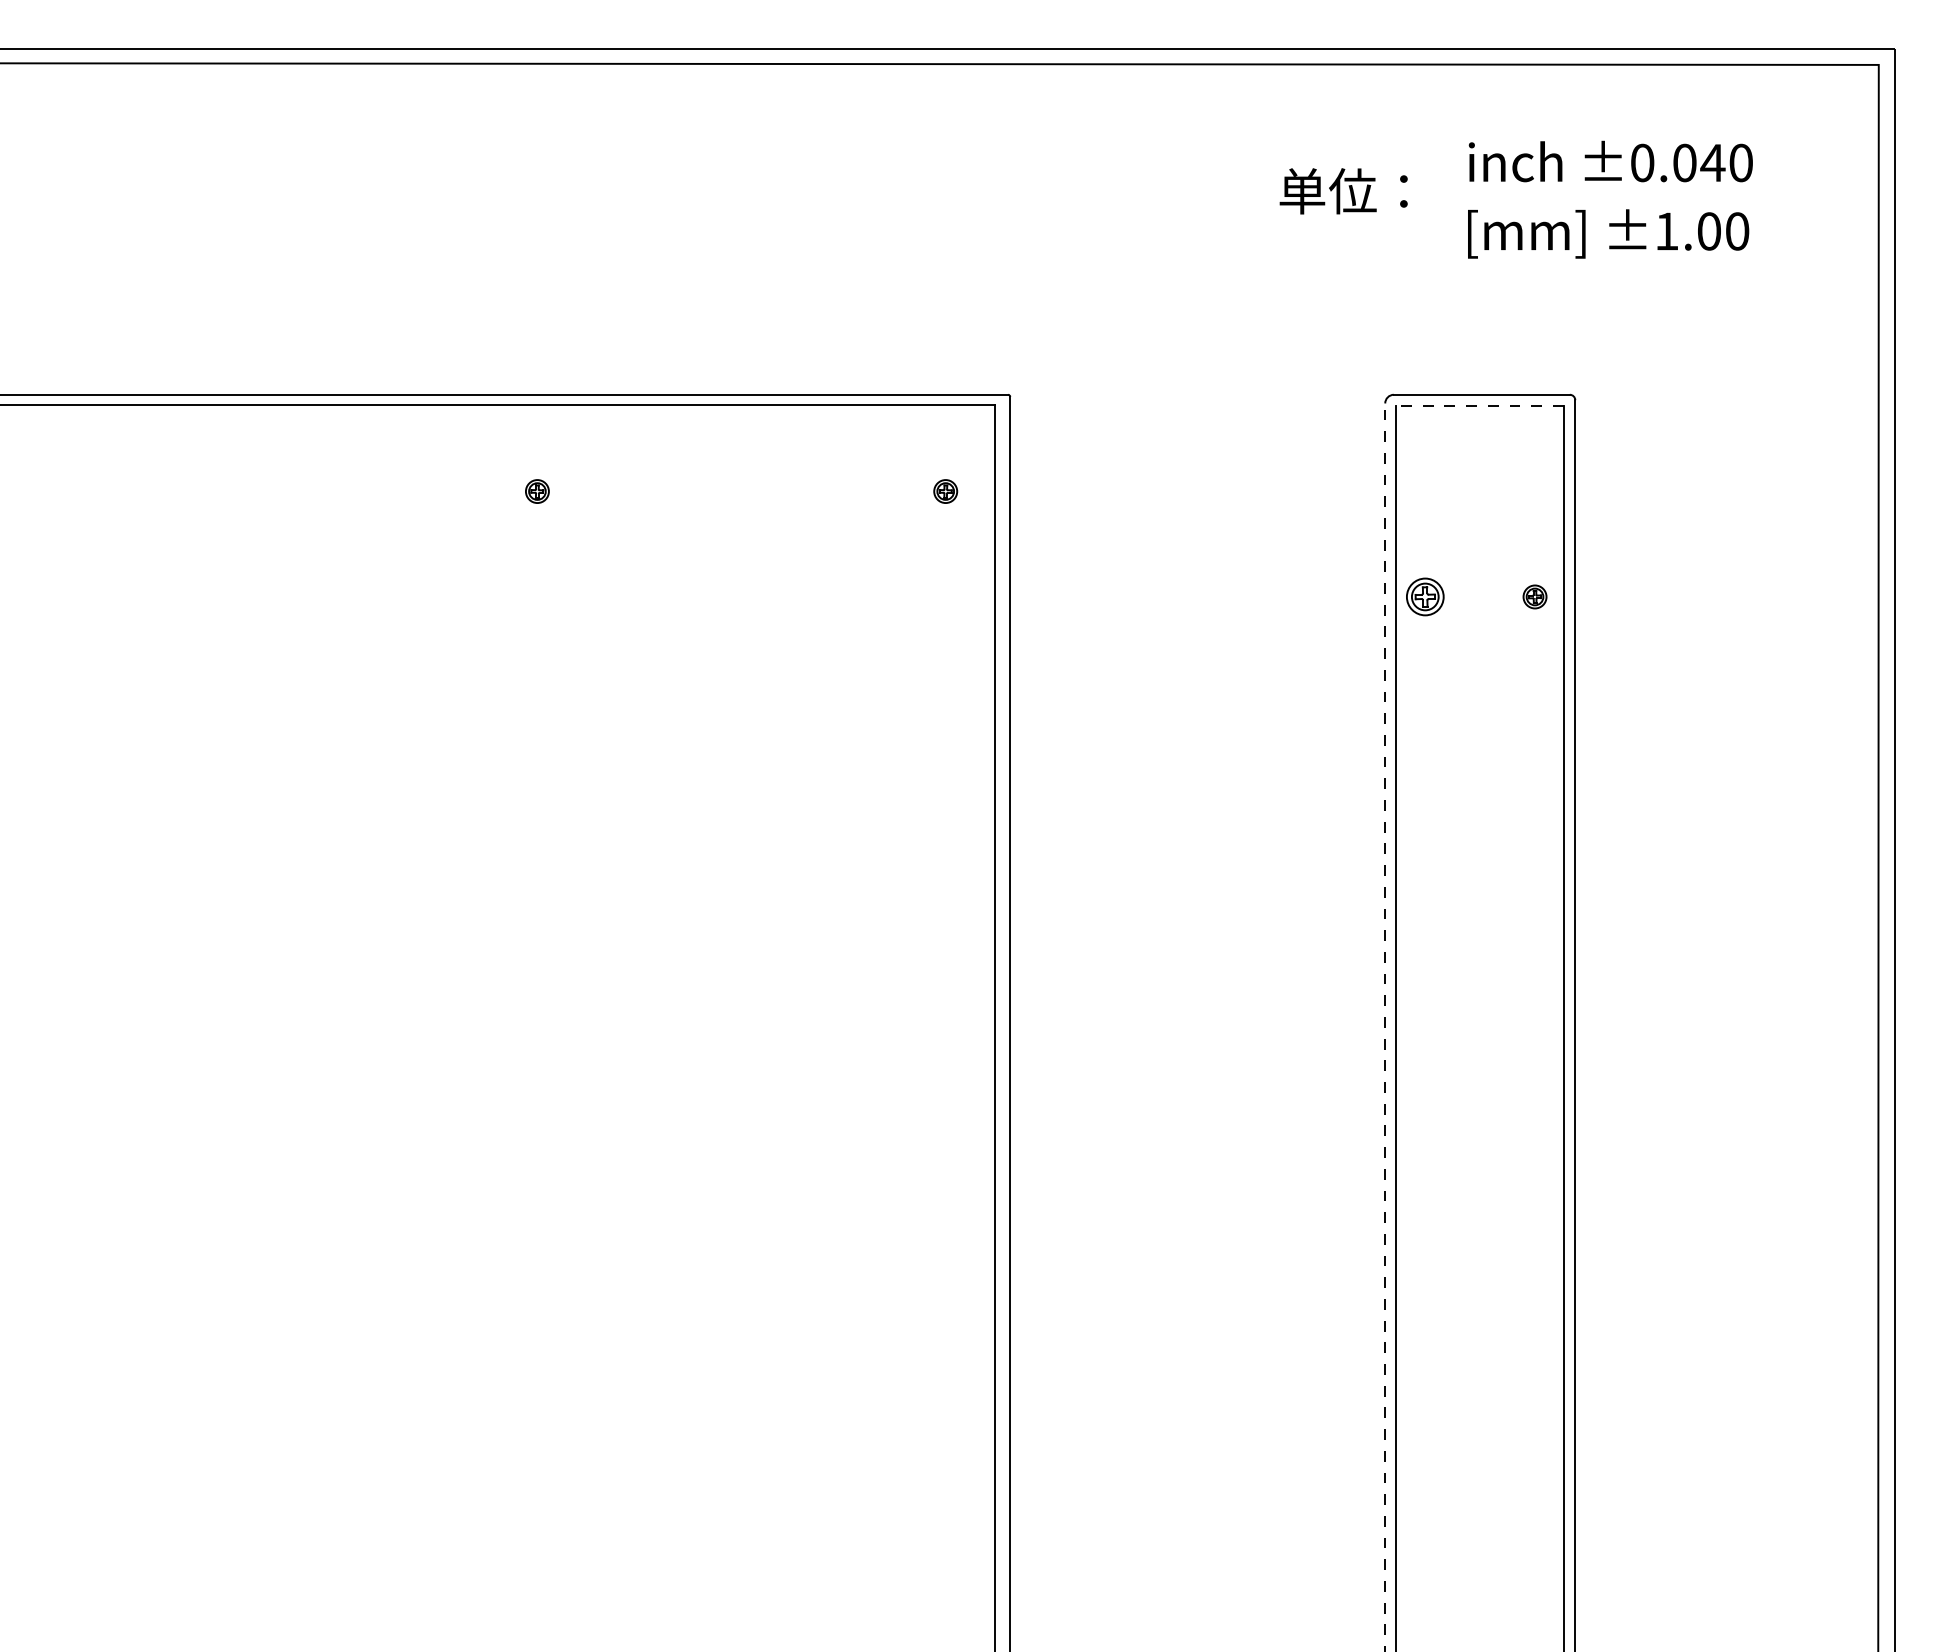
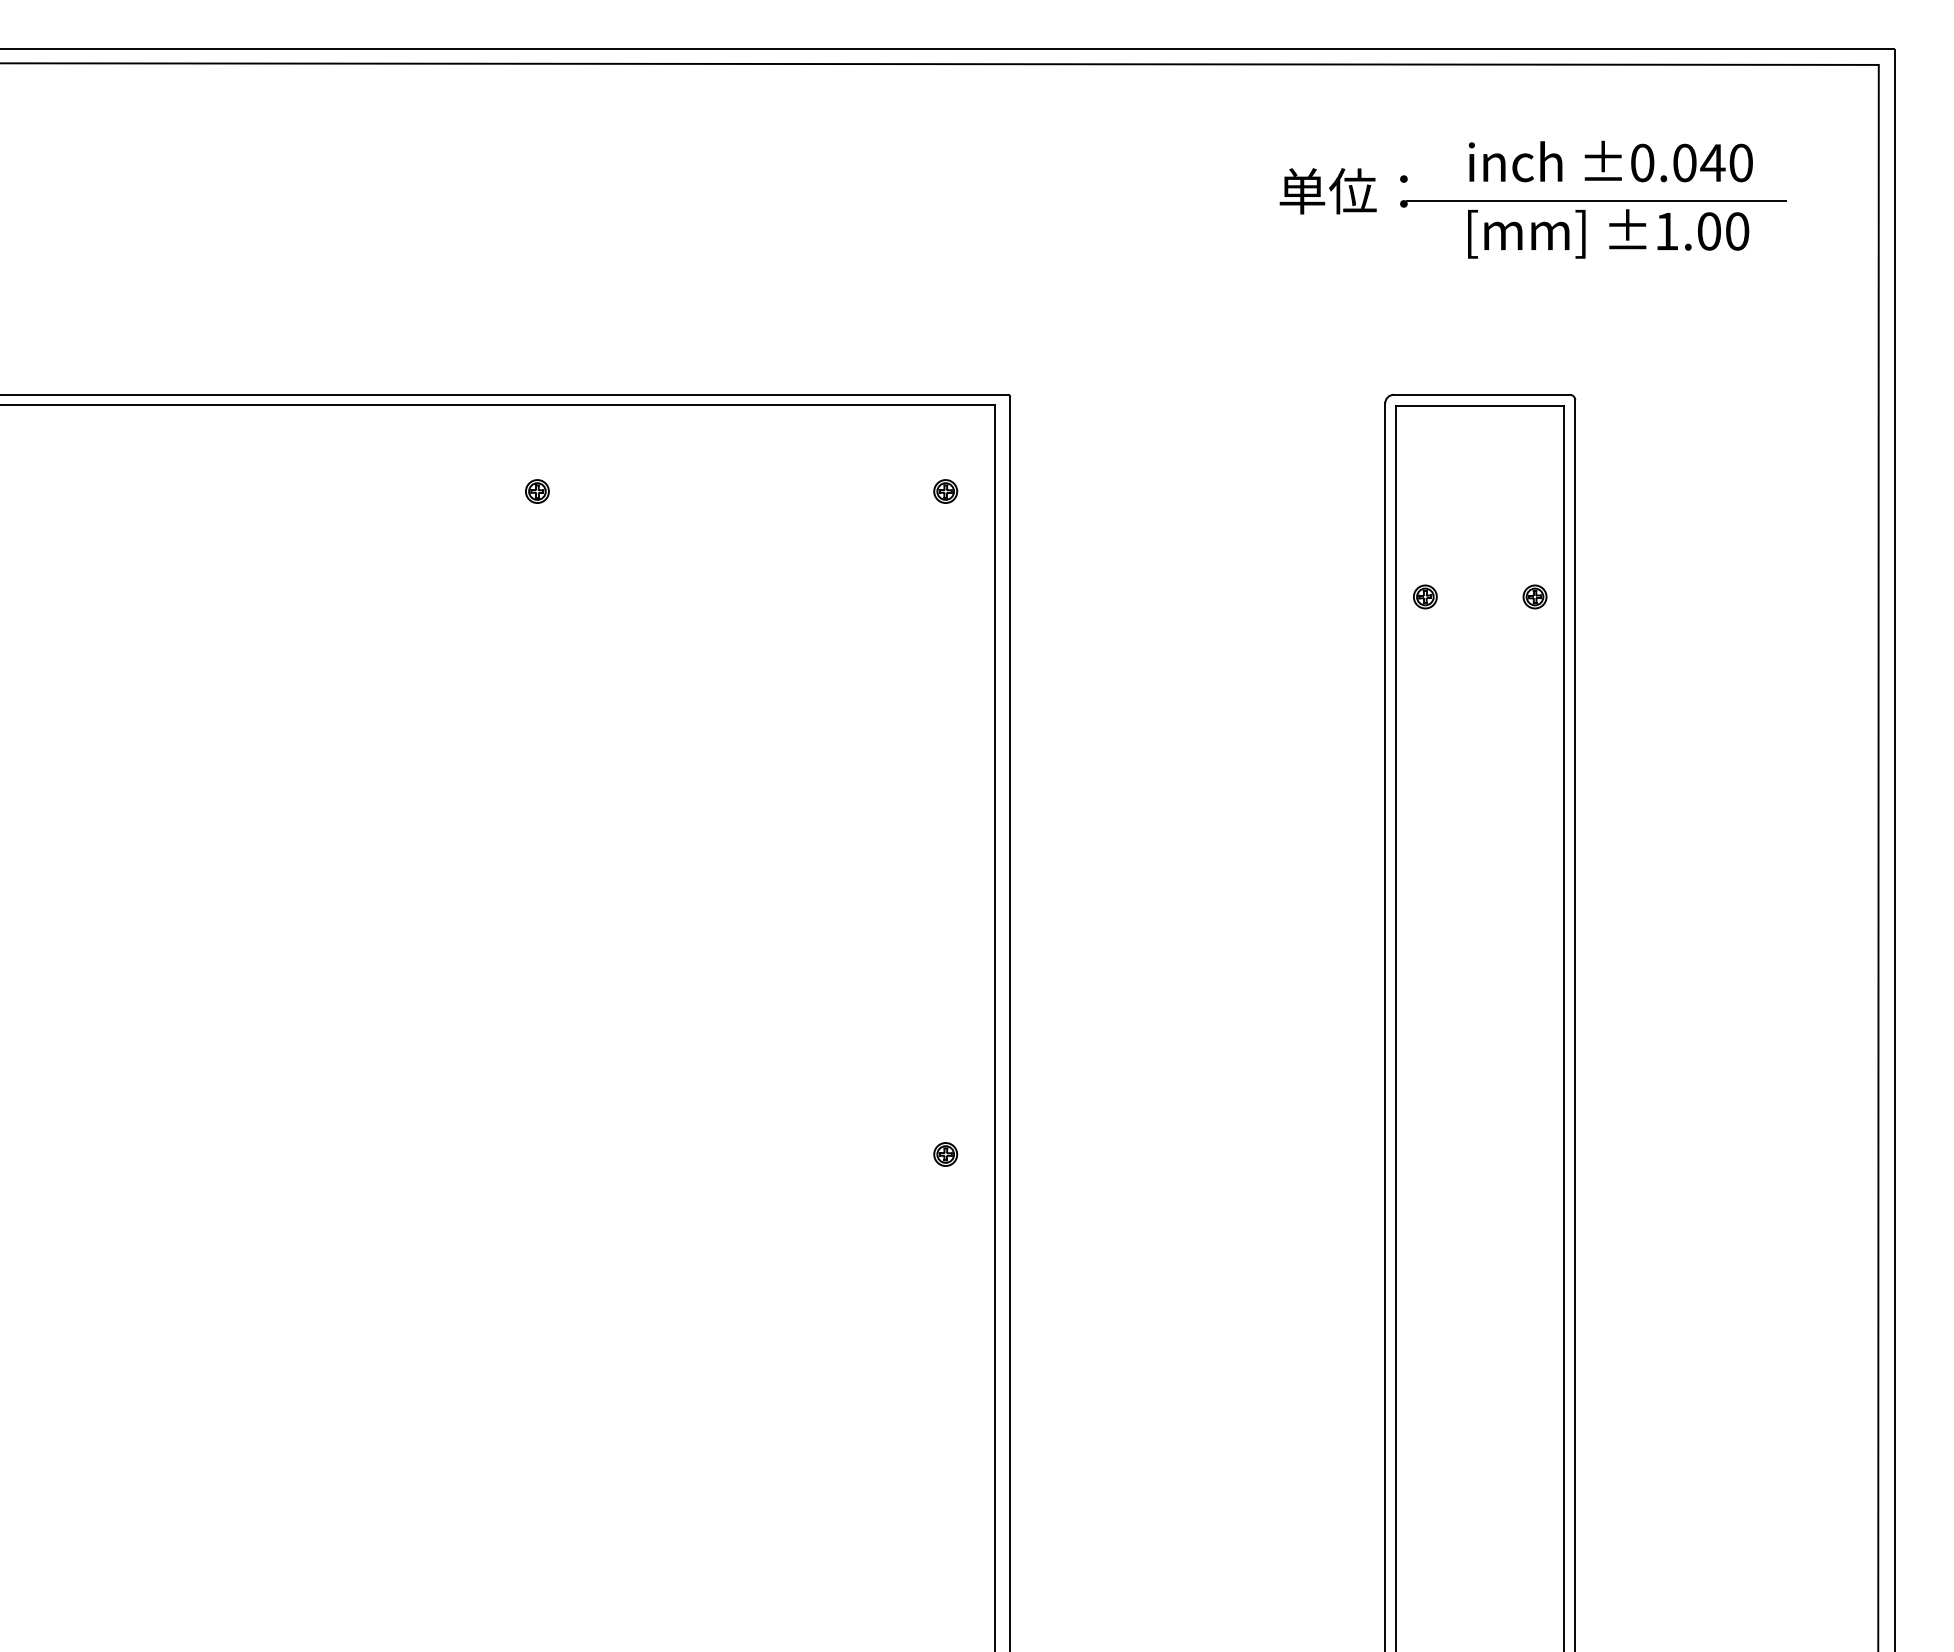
line at (1596, 201): none -> present
line at (1479, 405): dashed -> solid
part at (1425, 596) size: 39x40 px -> 25x26 px
line at (1385, 1027): dashed -> solid
part at (945, 1154): none -> present
